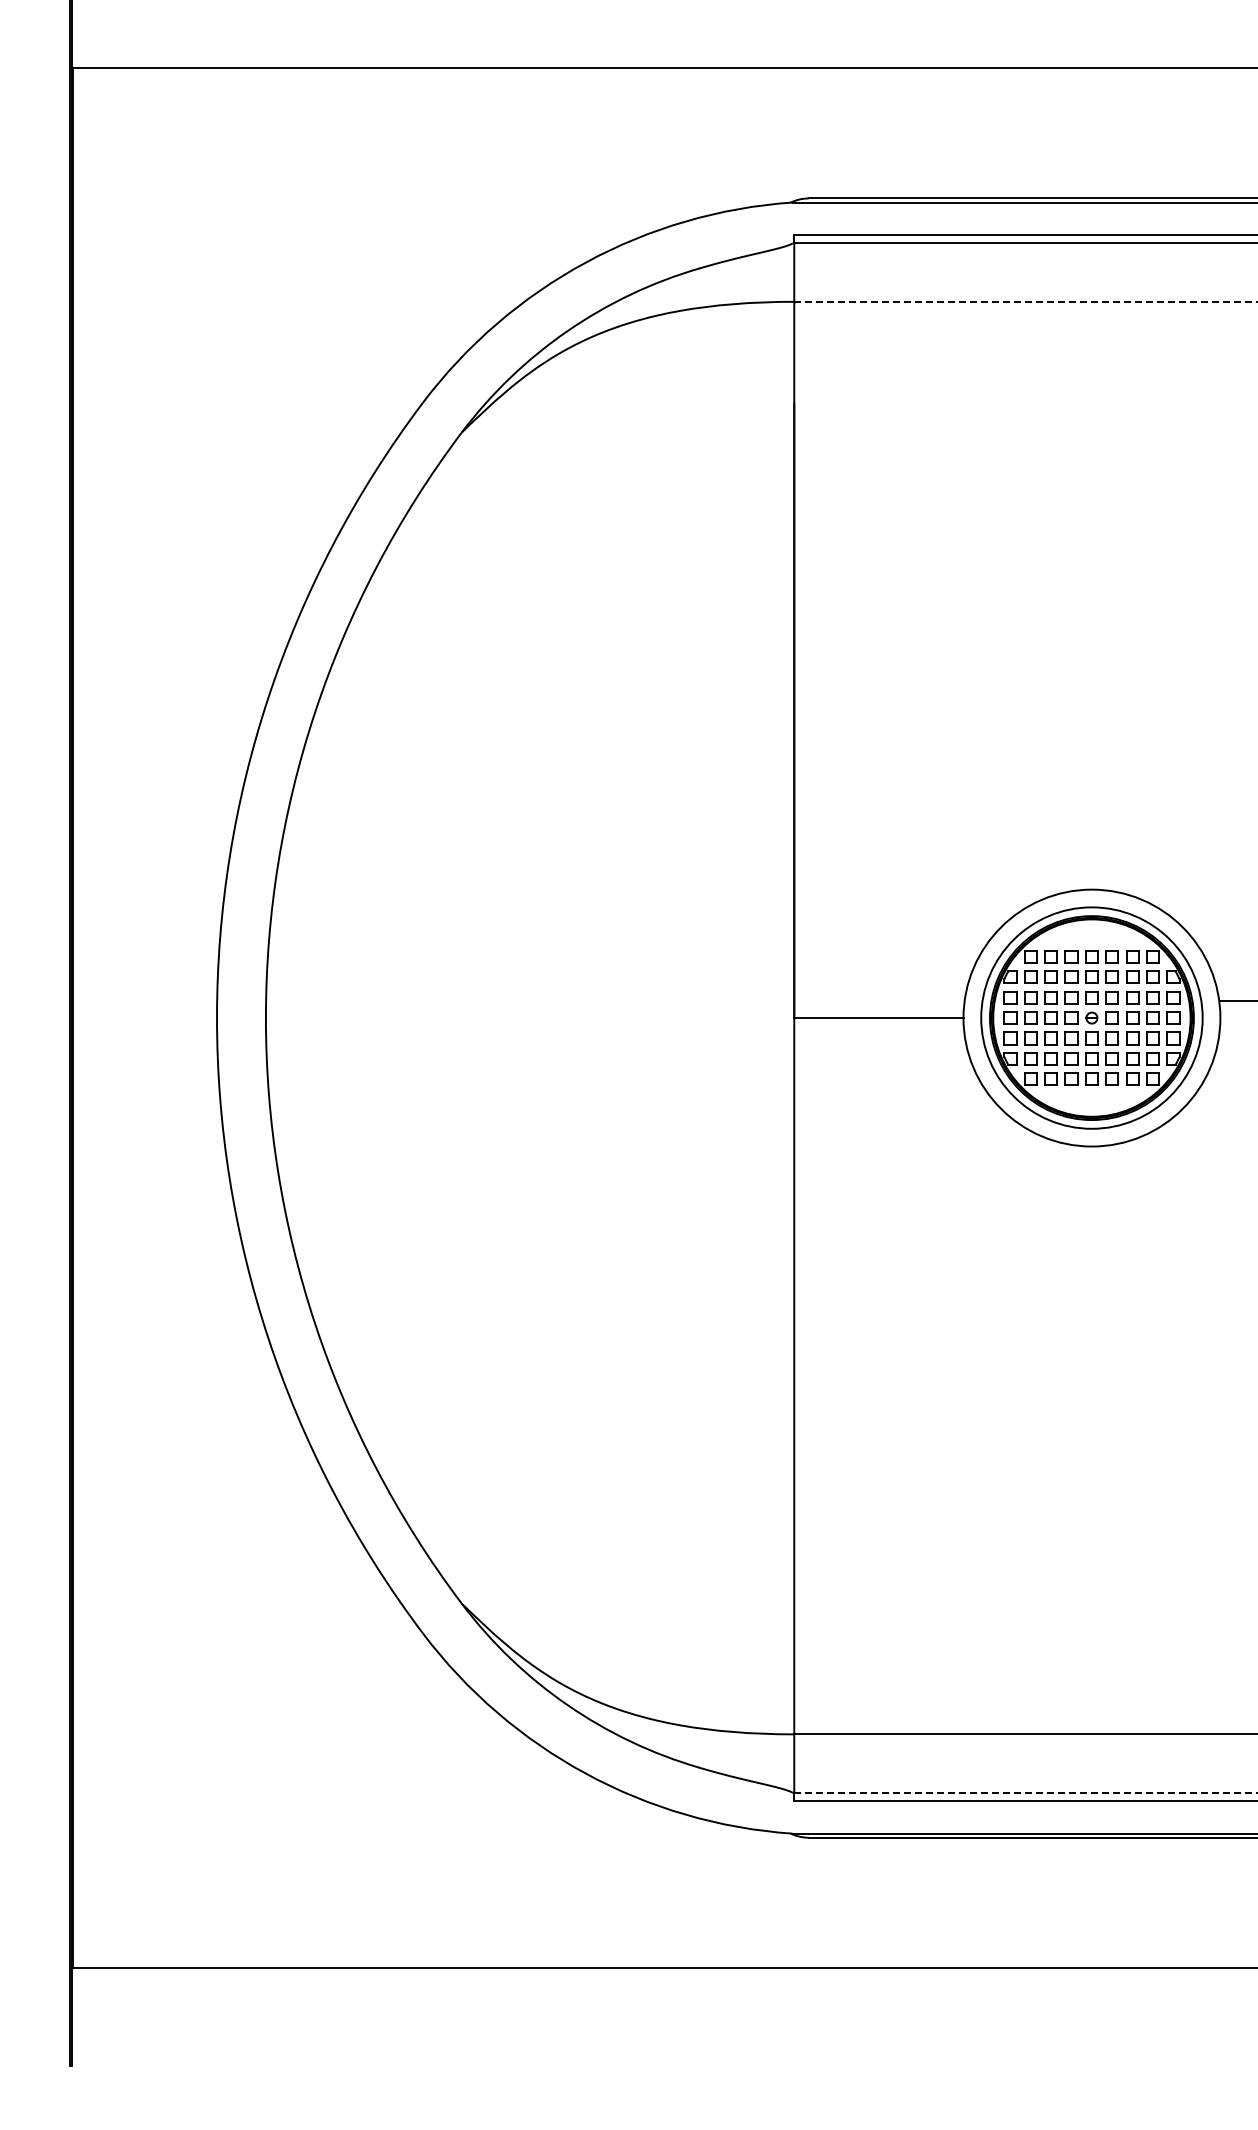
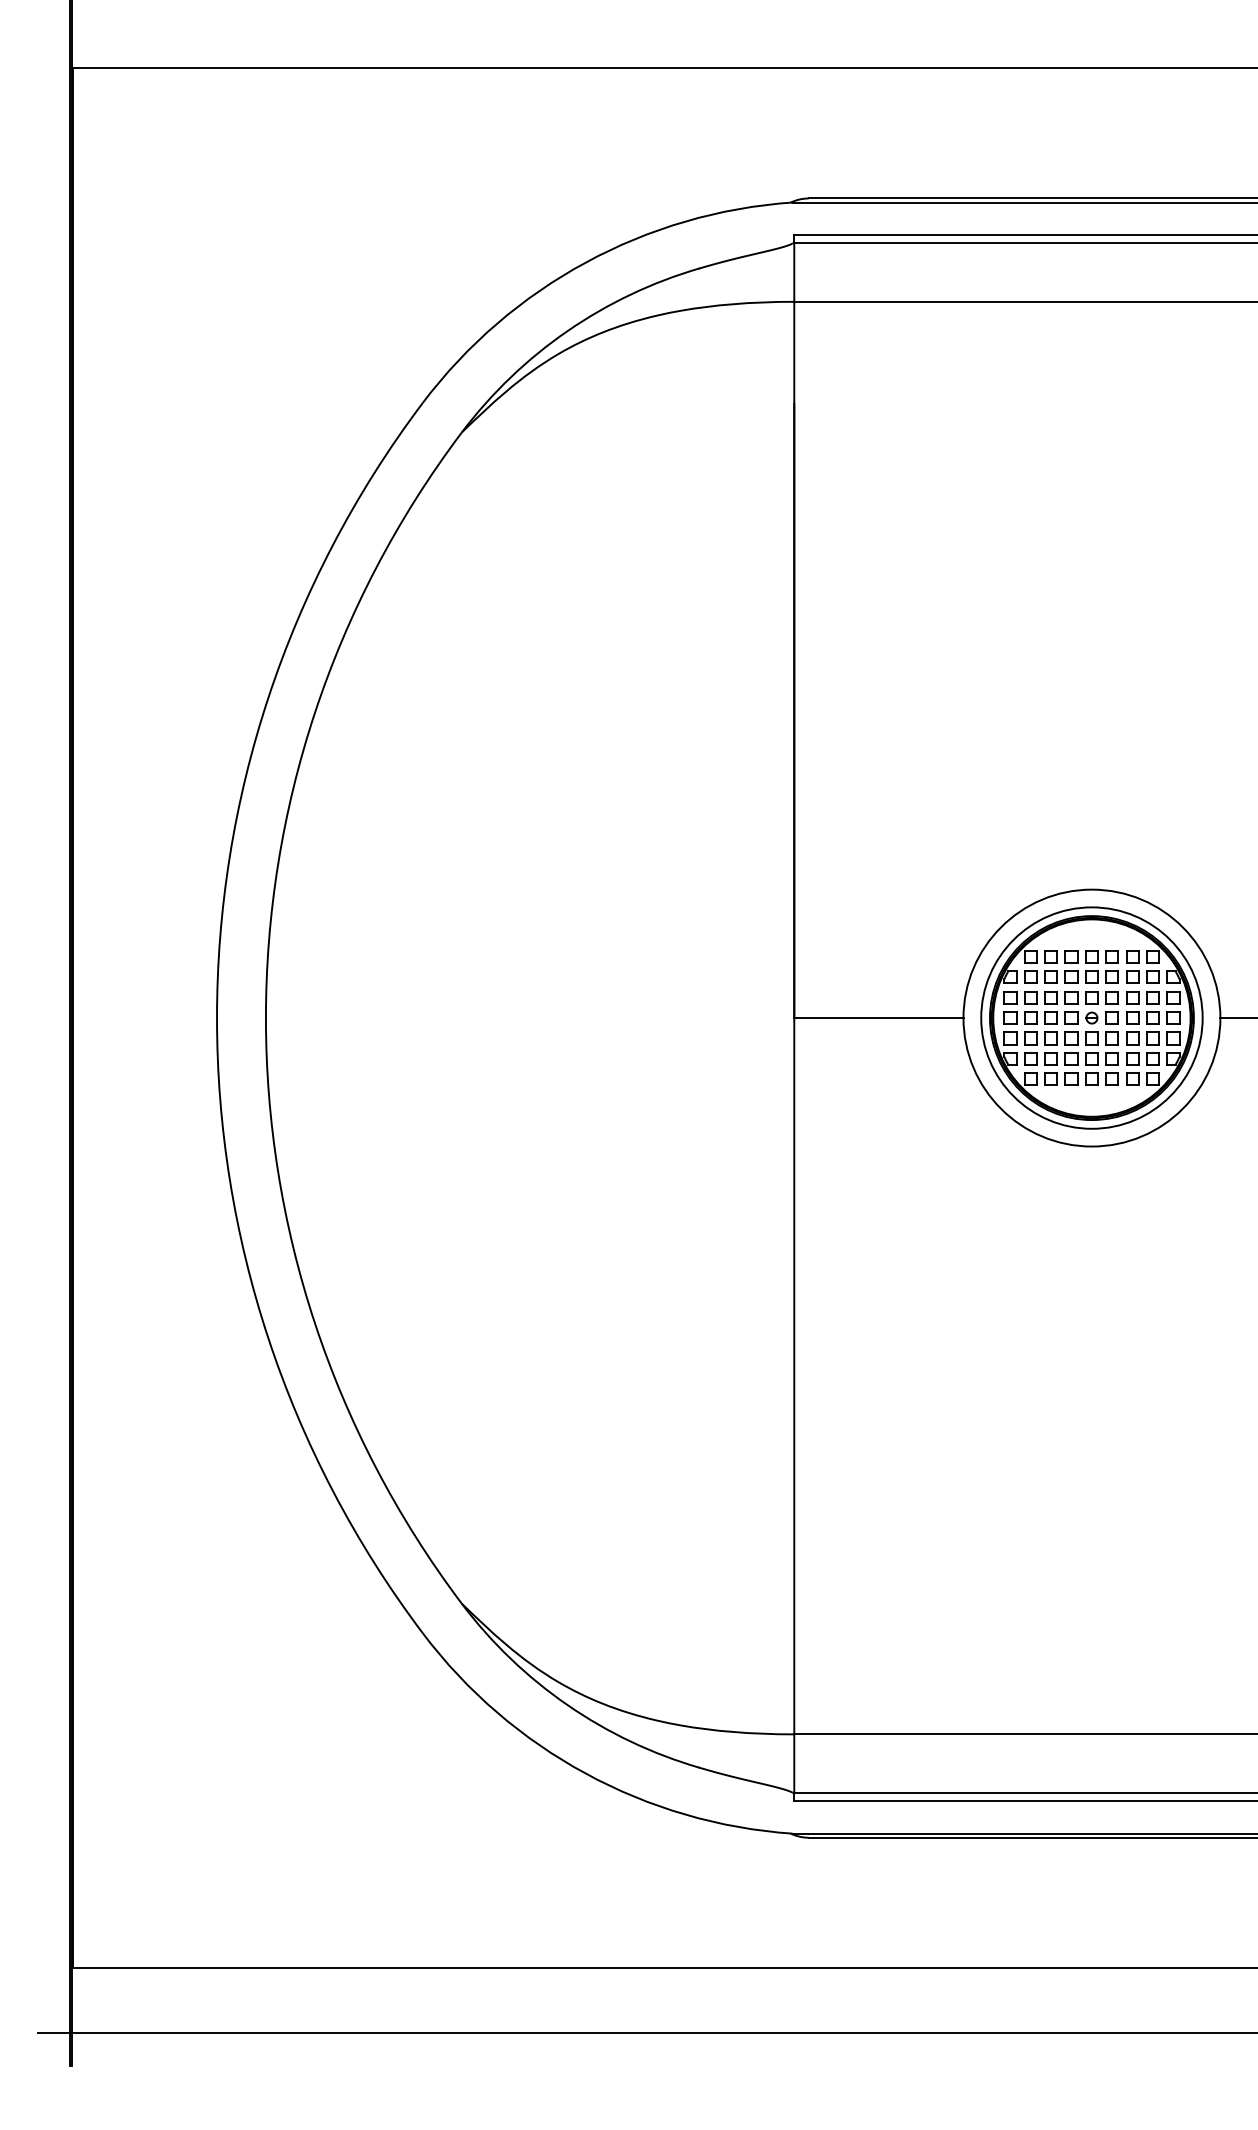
line at (1026, 301): dashed -> solid
line at (1237, 1001) position: (1237, 1001) -> (1237, 1018)
line at (1026, 1793): dashed -> solid
line at (645, 2033): none -> present
